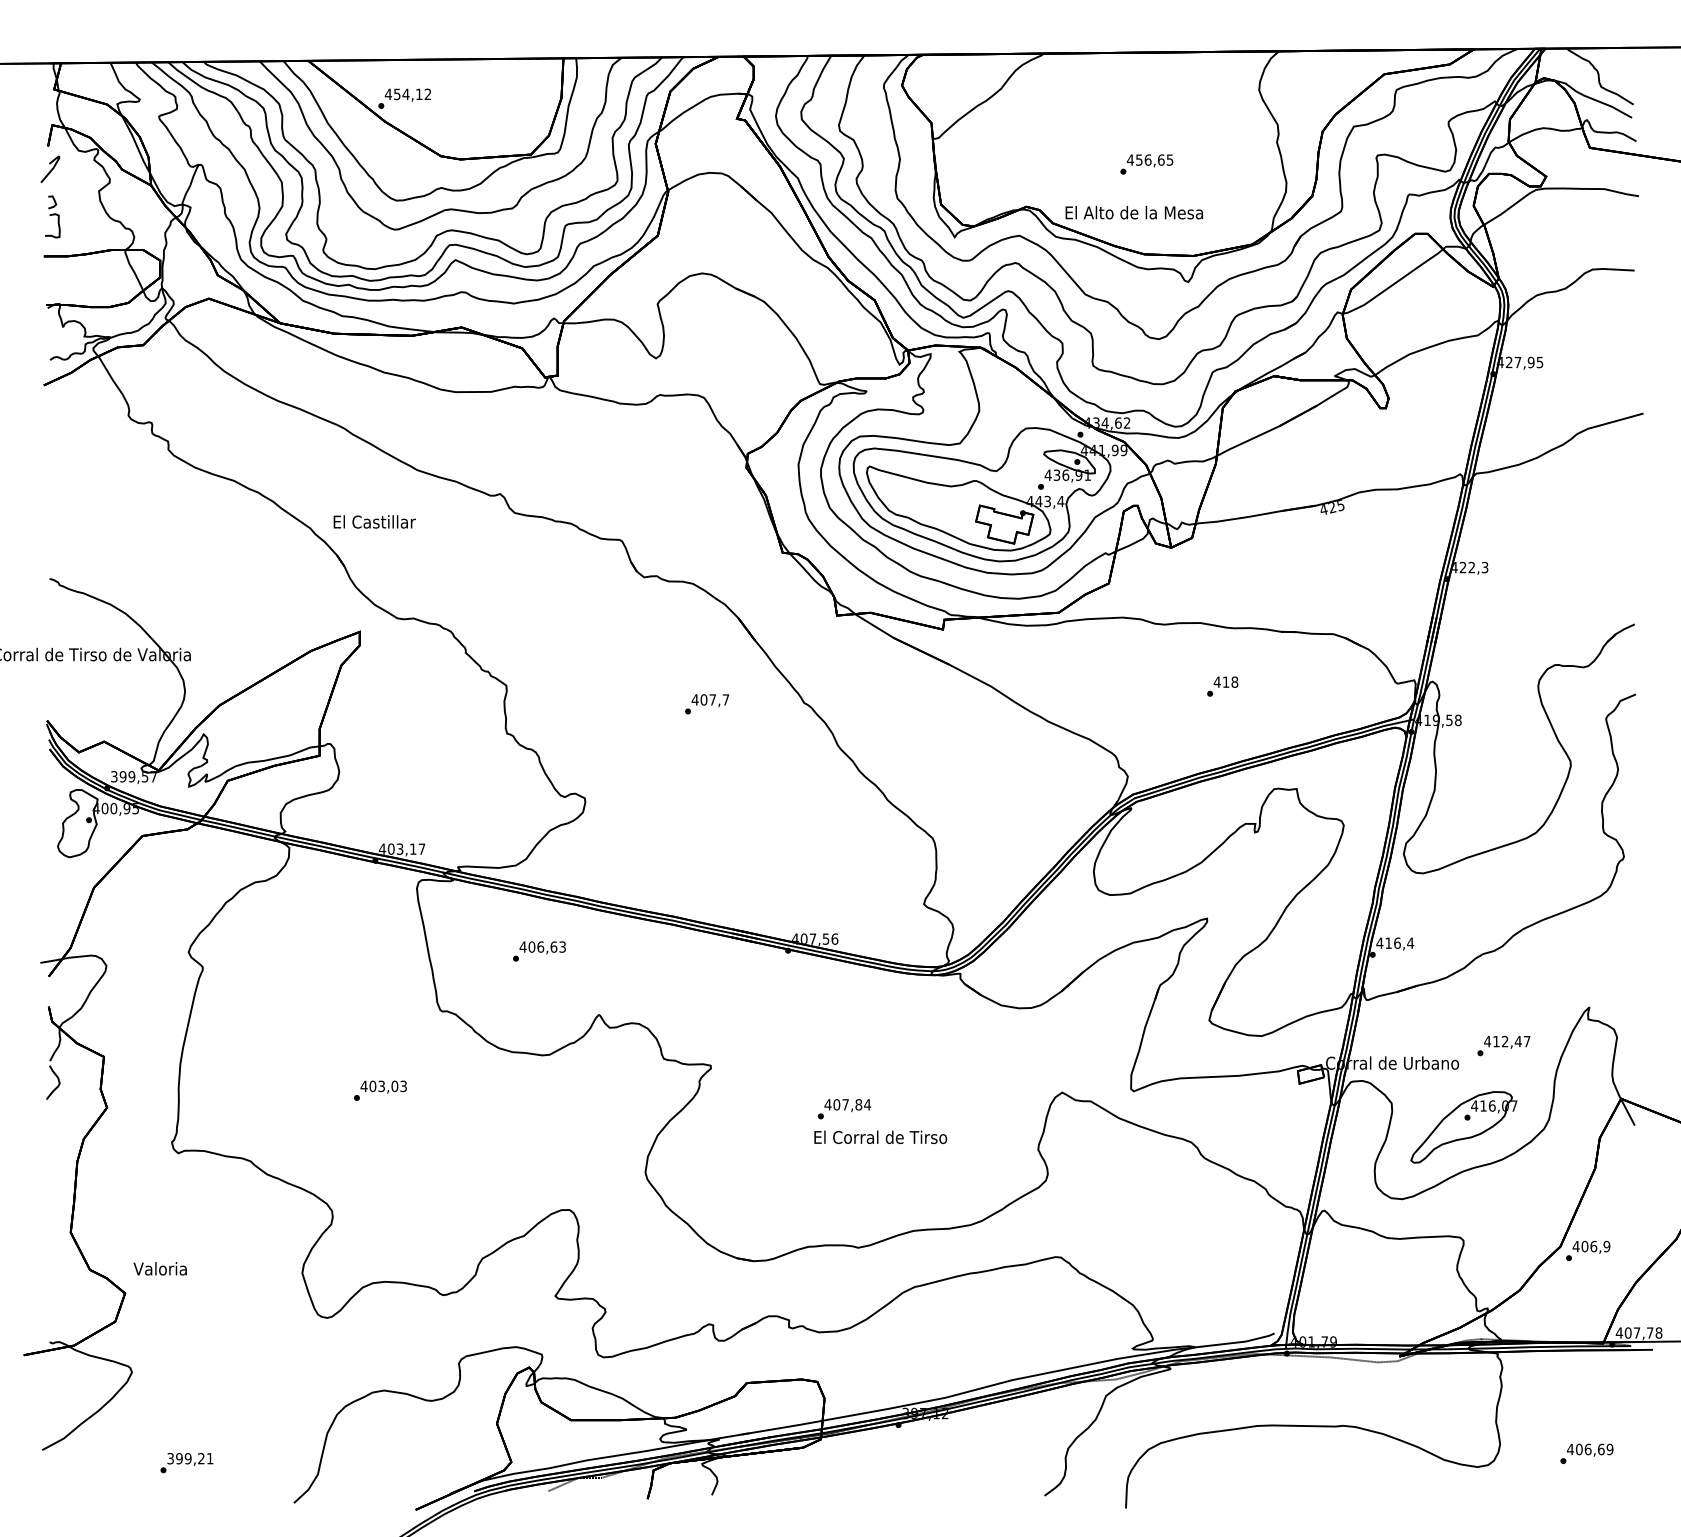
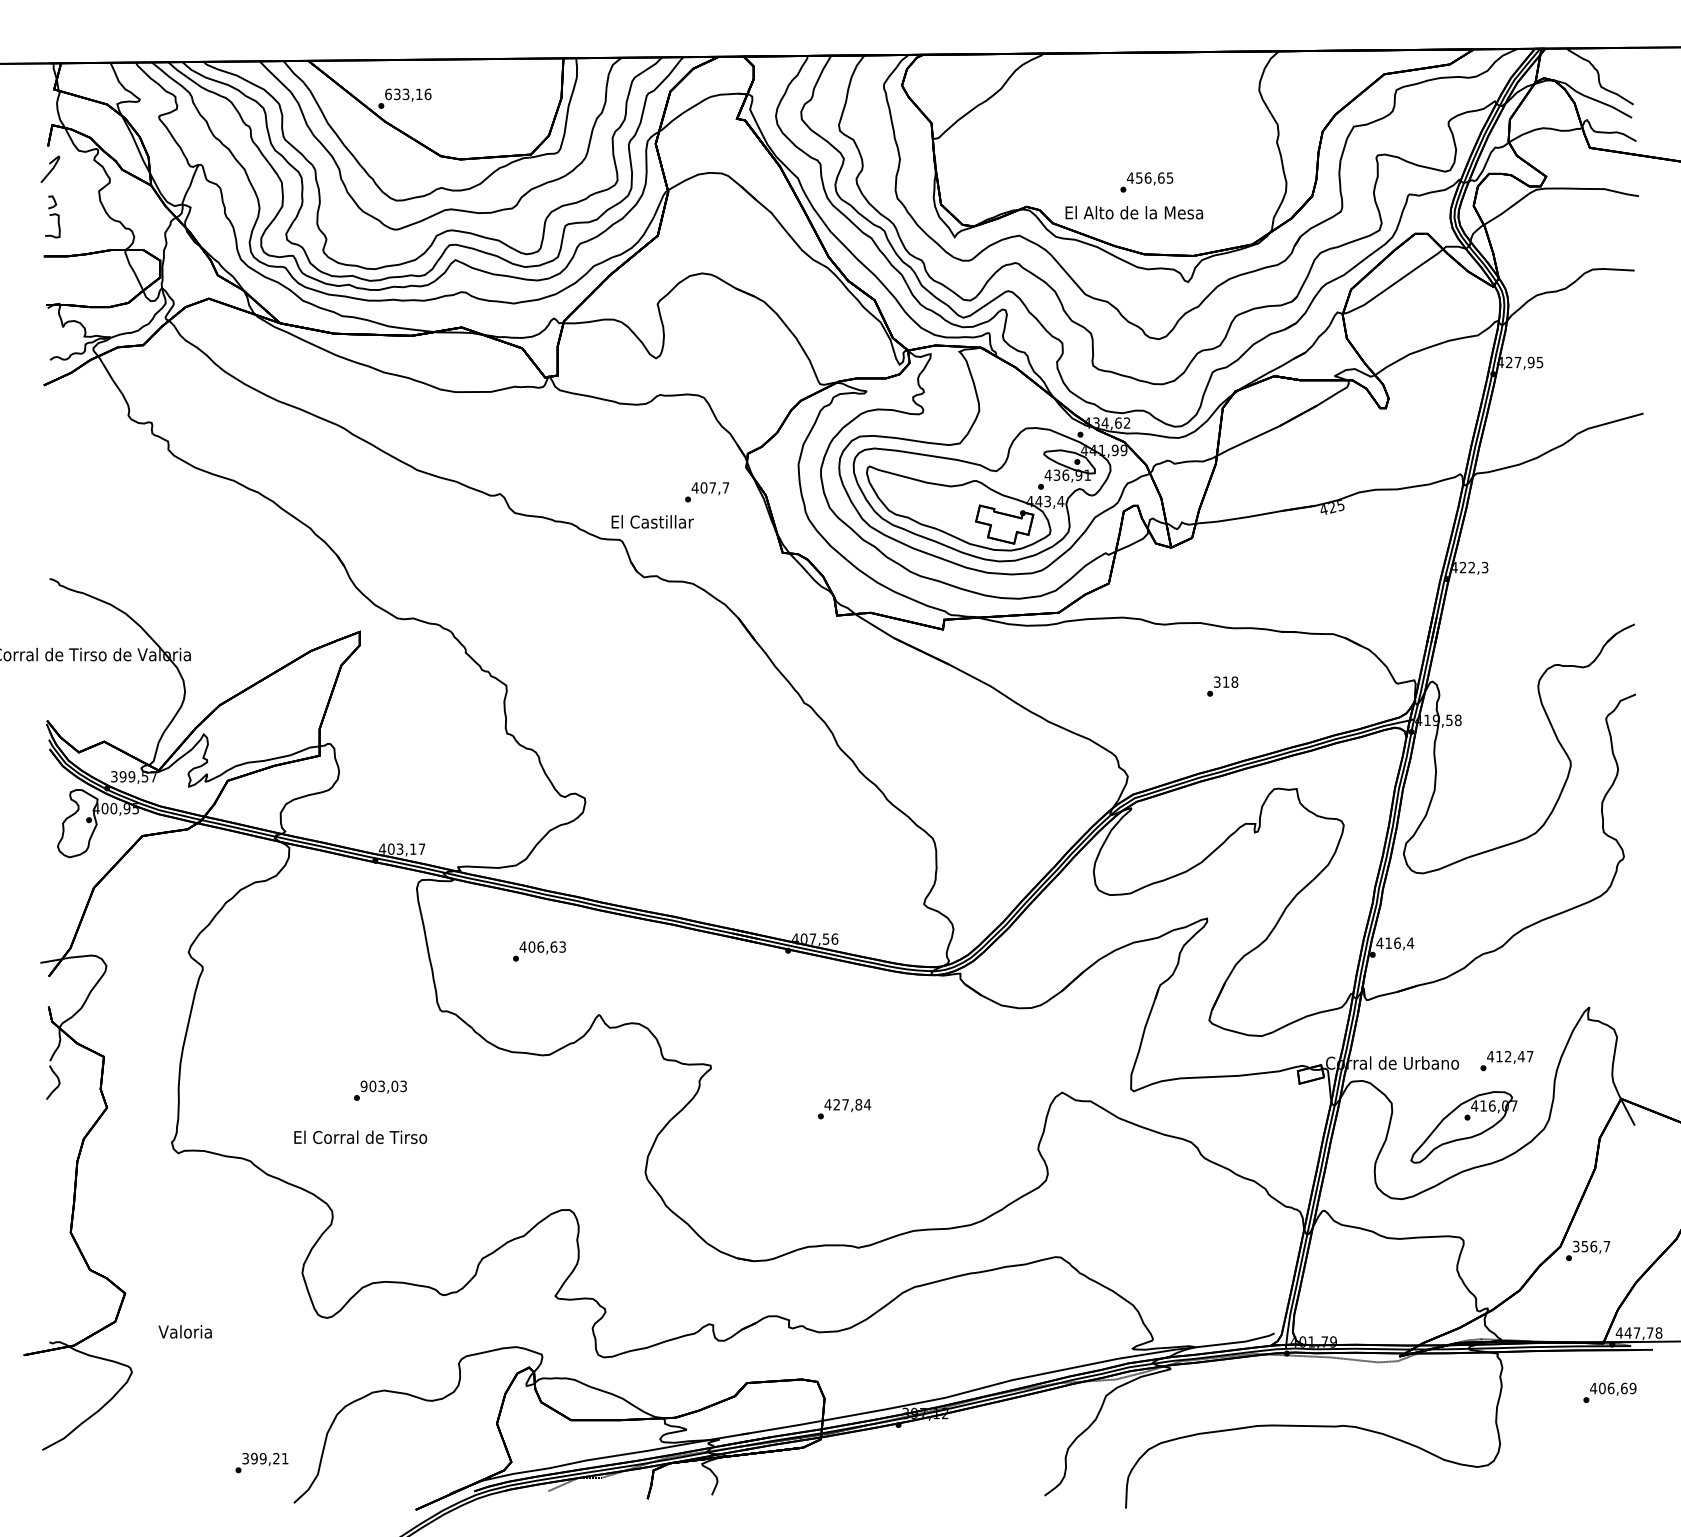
text at (407, 94): 454,12 -> 633,16
text at (1146, 164) position: (1146, 164) -> (1146, 182)
text at (374, 521) position: (374, 521) -> (652, 521)
text at (1216, 681): 418 -> 318
text at (707, 704) position: (707, 704) -> (707, 492)
text at (1503, 1045) position: (1503, 1045) -> (1506, 1060)
text at (363, 1086): 403,03 -> 903,03
text at (836, 1104): 407,84 -> 427,84
text at (880, 1136) position: (880, 1136) -> (360, 1136)
text at (1591, 1246): 406,9 -> 356,7
text at (159, 1268) position: (159, 1268) -> (184, 1331)
text at (1627, 1332): 407,78 -> 447,78
text at (1586, 1453) position: (1586, 1453) -> (1609, 1392)
text at (186, 1463) position: (186, 1463) -> (261, 1463)
